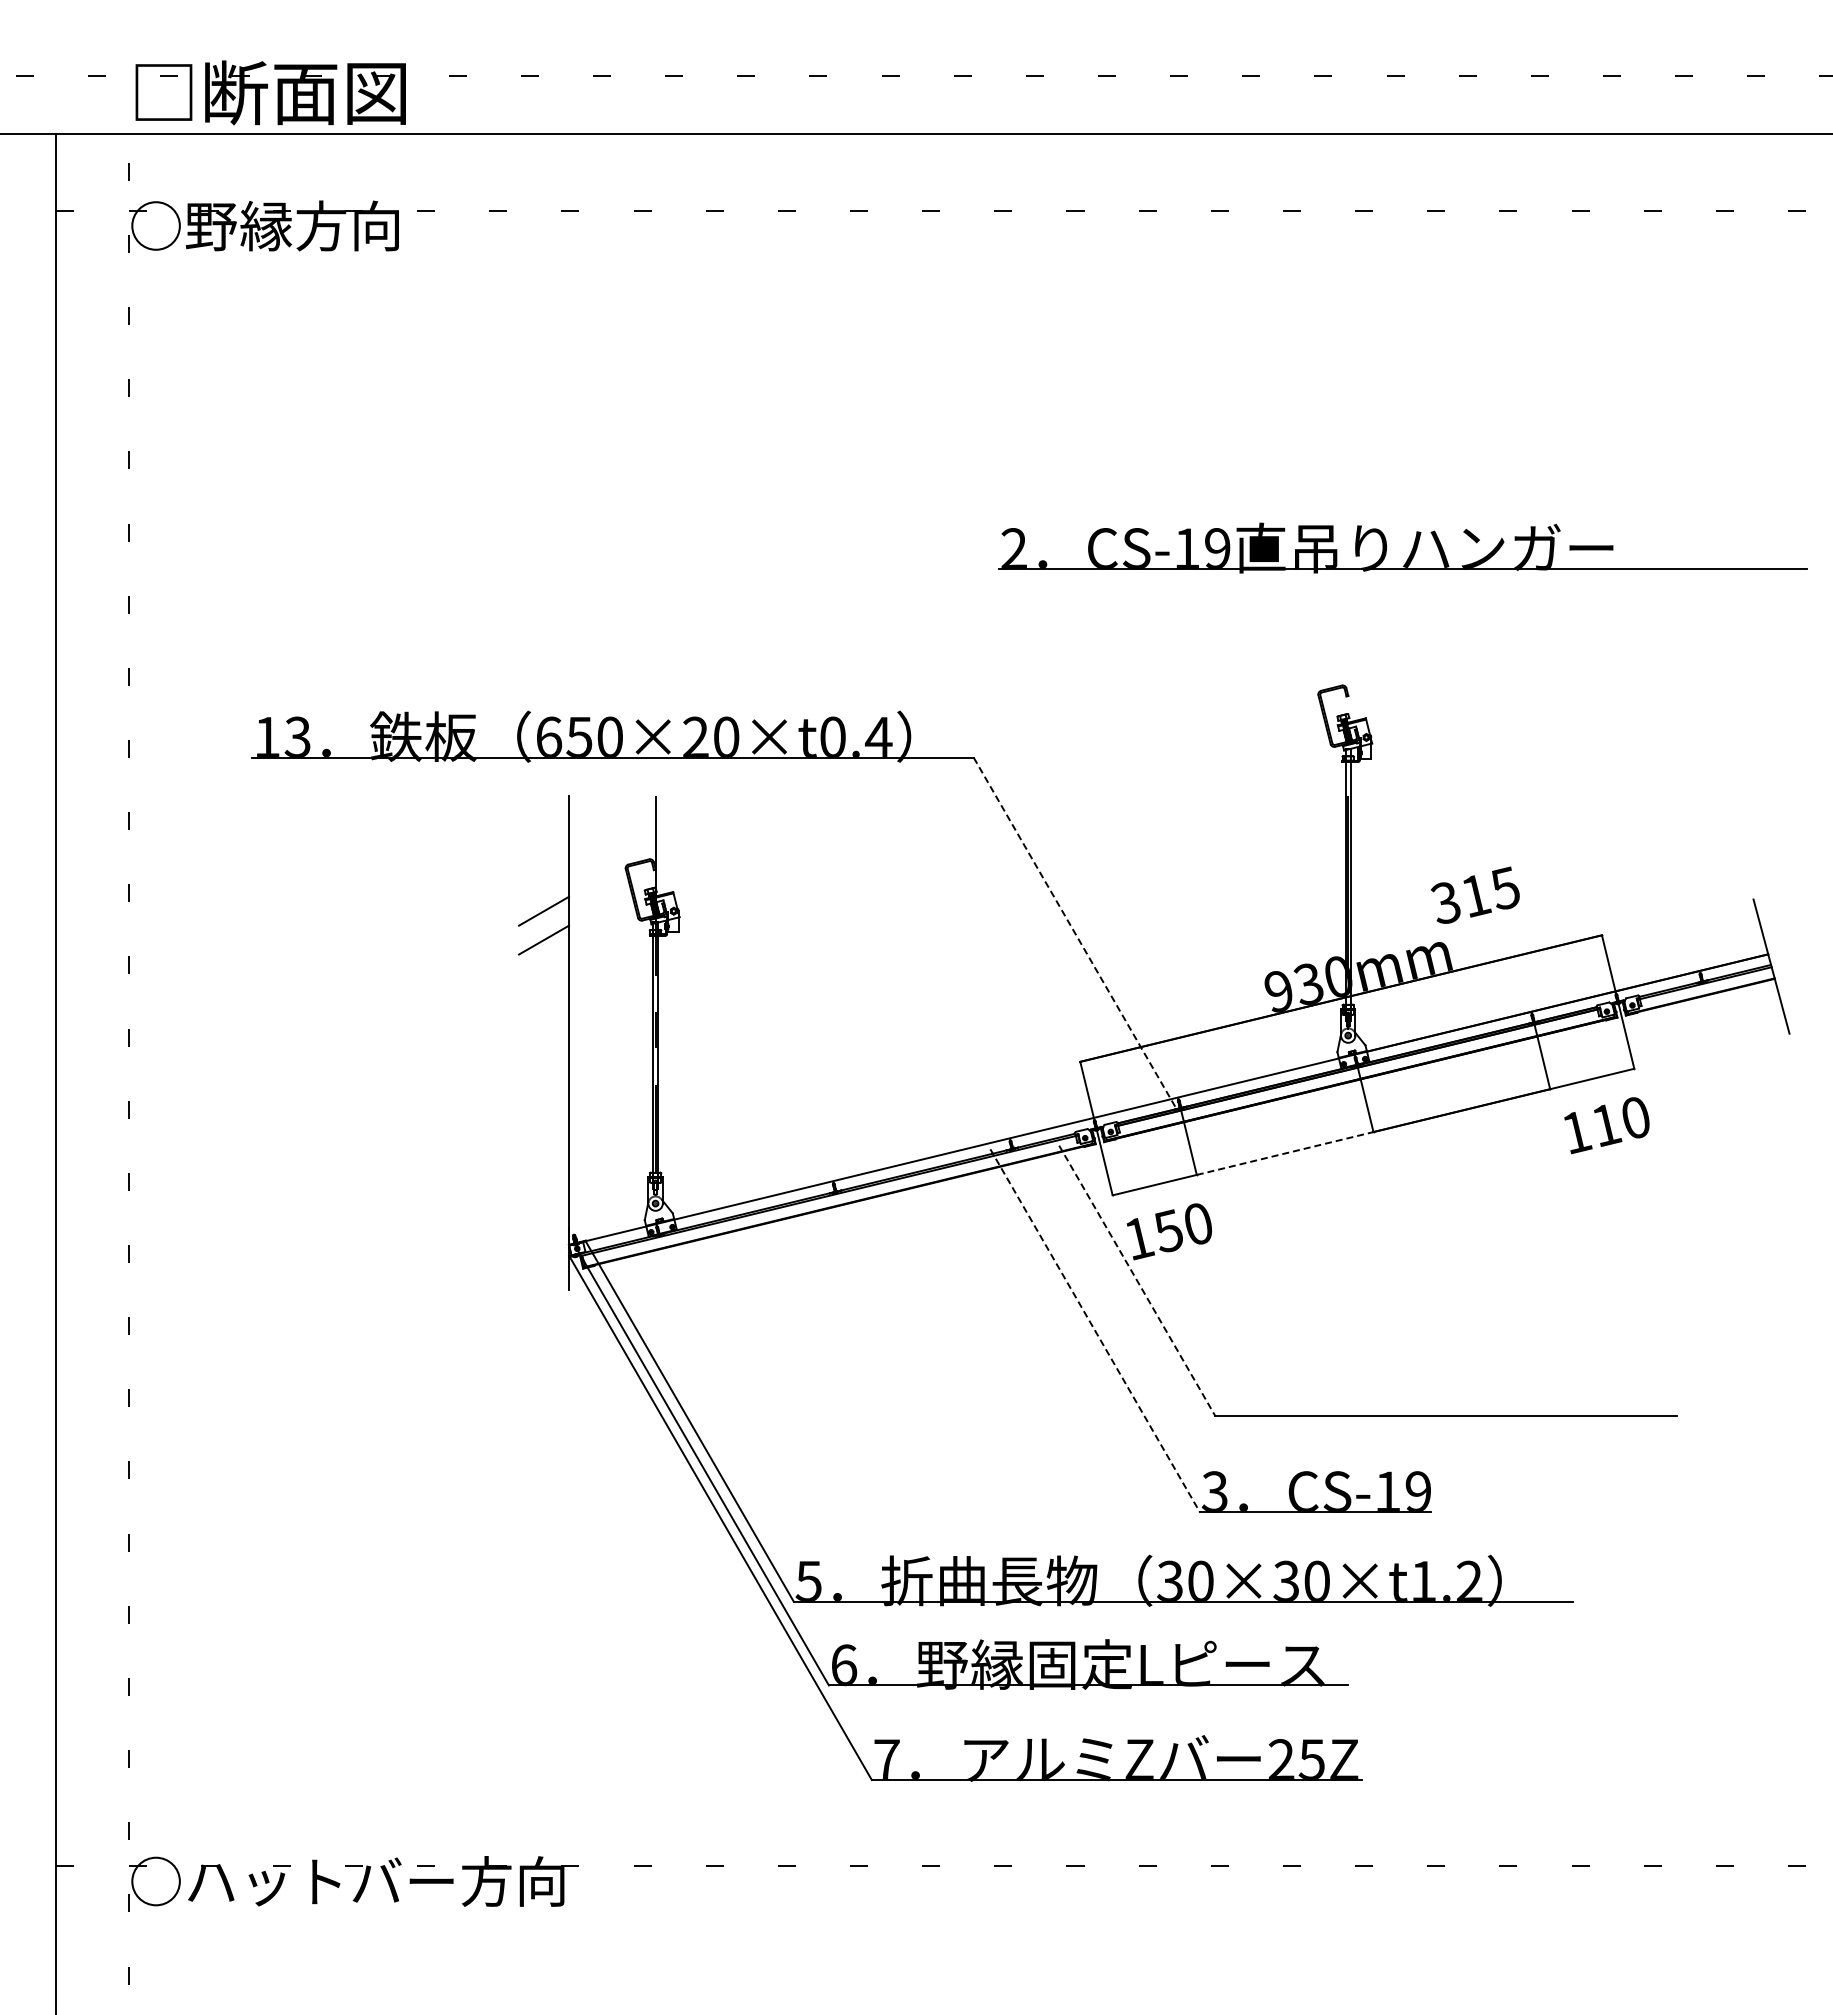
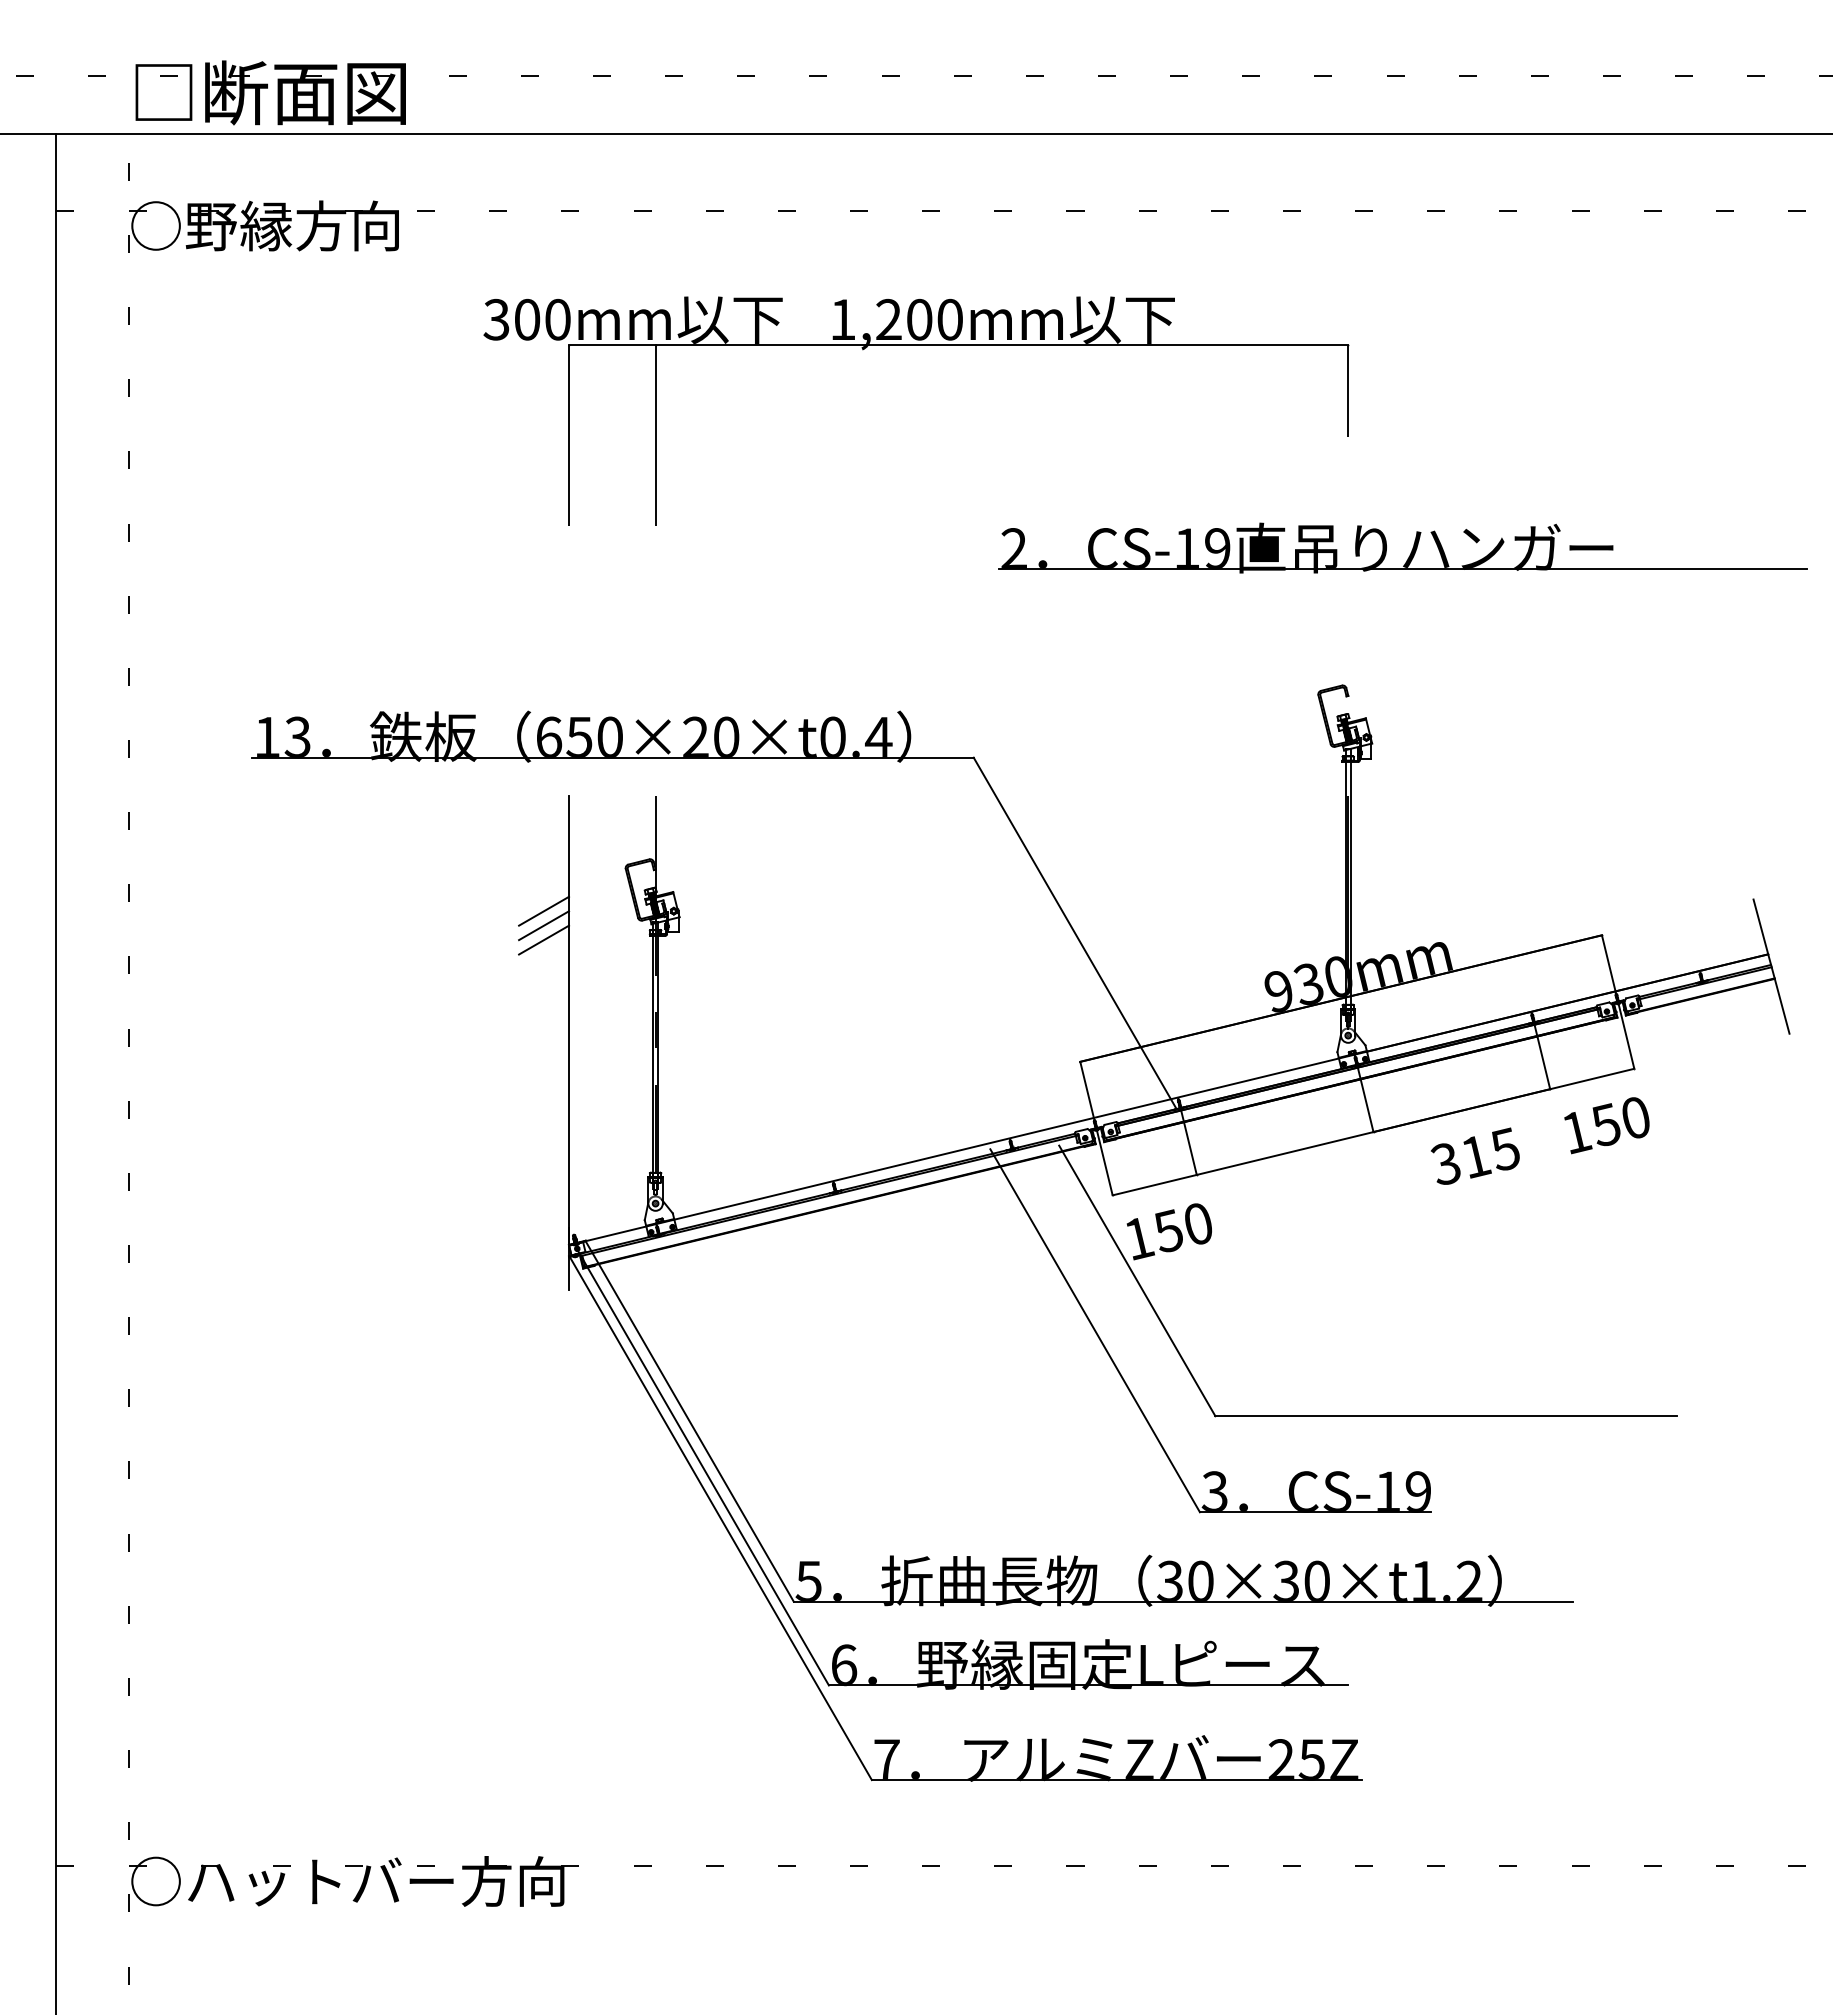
part at (916, 345): none -> present
text at (1475, 894) position: (1475, 894) -> (1475, 1155)
line at (544, 925): none -> present
line at (1075, 933): dashed -> solid
text at (1607, 1124): 110 -> 150
line at (1285, 1153): dashed -> solid
line at (1137, 1281): dashed -> solid
line at (1095, 1330): dashed -> solid
